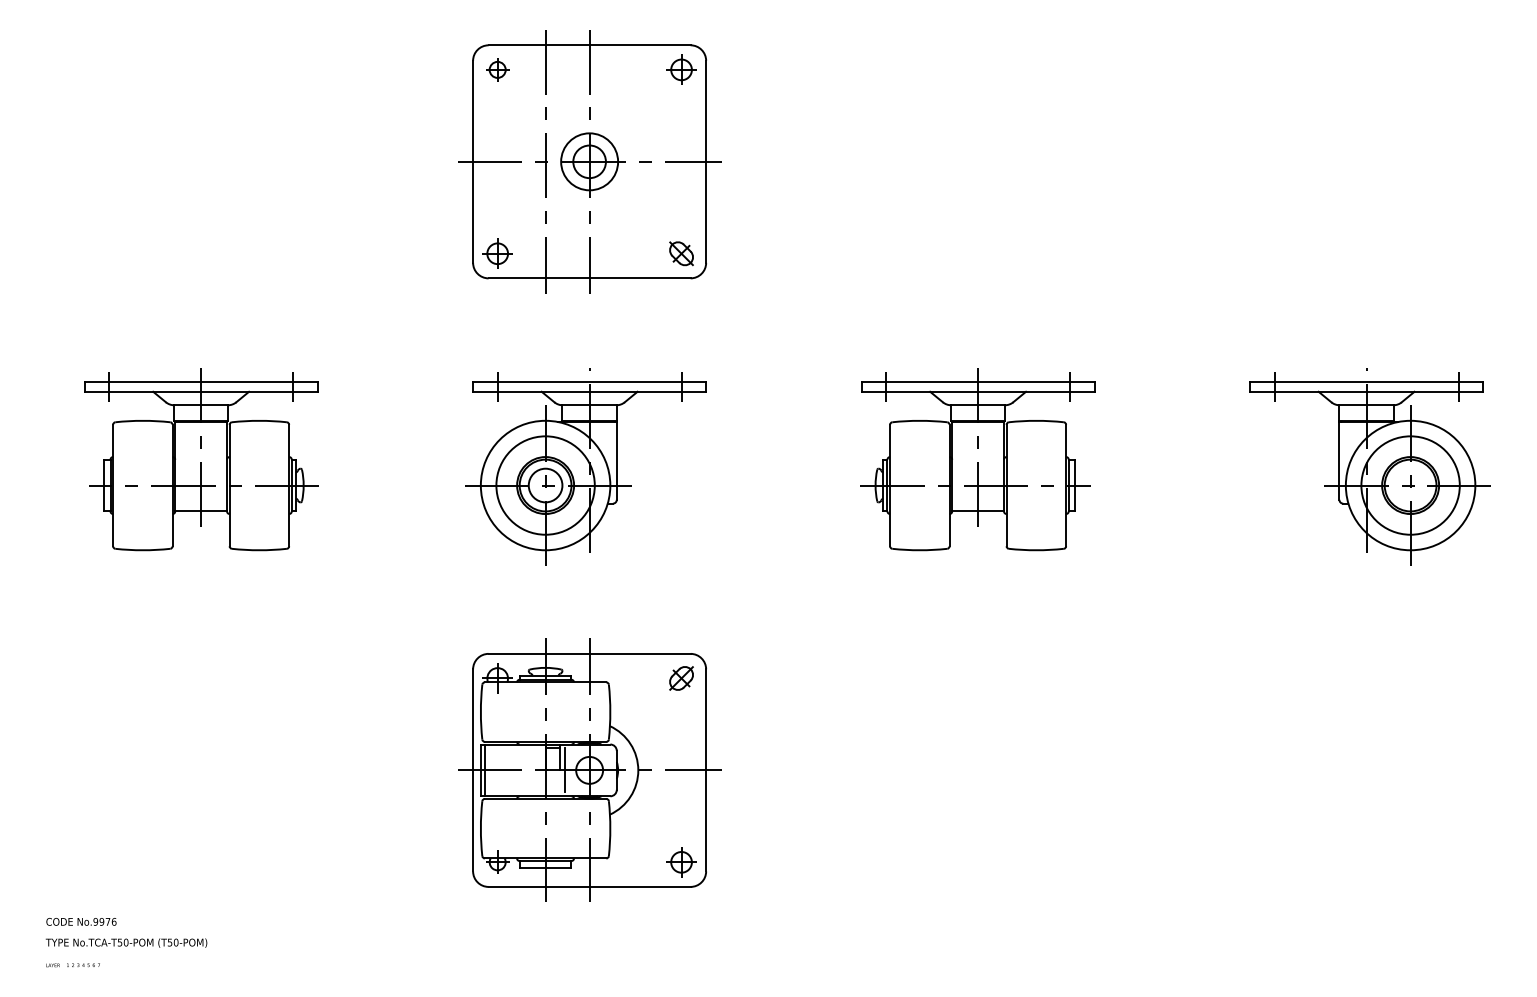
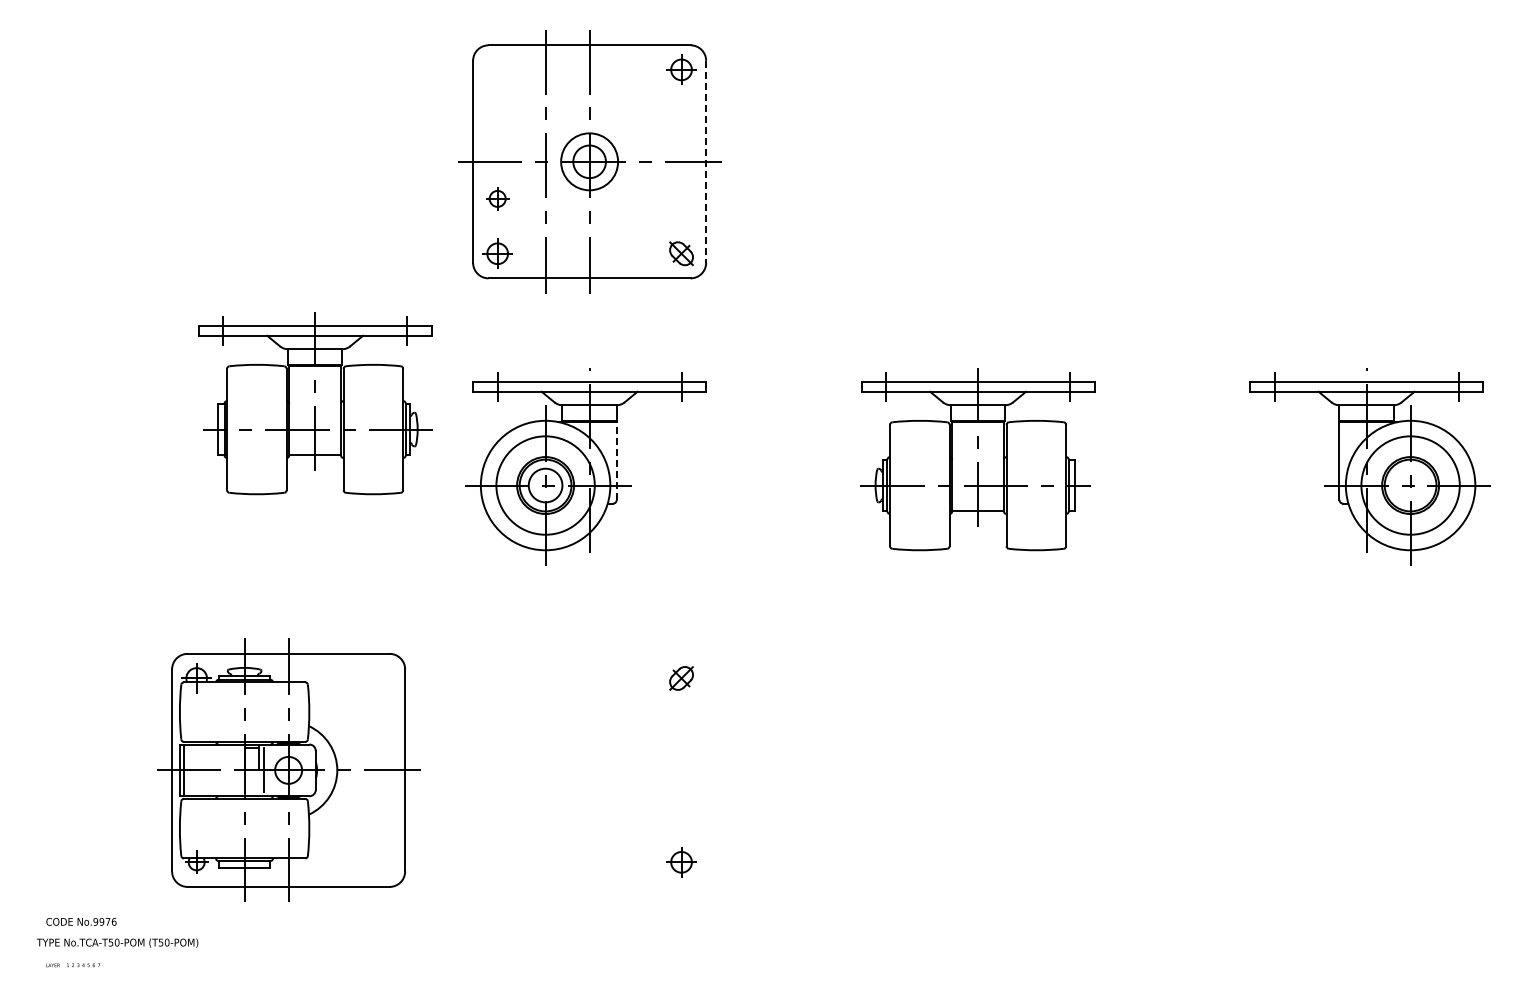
part at (497, 69) position: (497, 69) -> (497, 198)
line at (706, 161): solid -> dashed
part at (201, 459) position: (201, 459) -> (315, 403)
line at (616, 460): solid -> dashed
part at (589, 769) position: (589, 769) -> (288, 769)
text at (126, 942) position: (126, 942) -> (117, 942)
